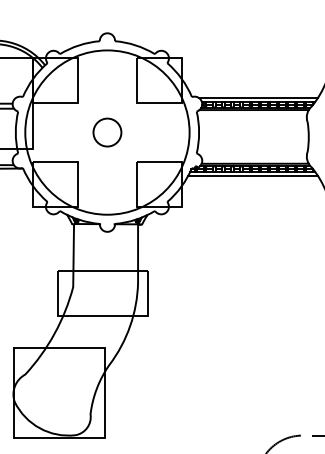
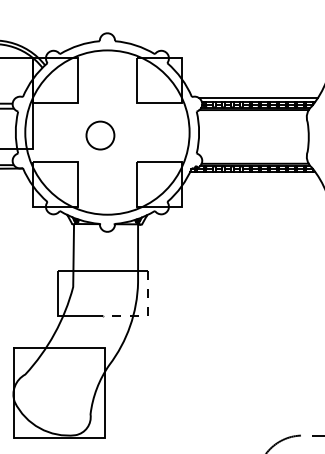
circle at (107, 132) position: (107, 132) -> (100, 135)
line at (252, 175): present -> none
line at (148, 316): solid -> dashed
